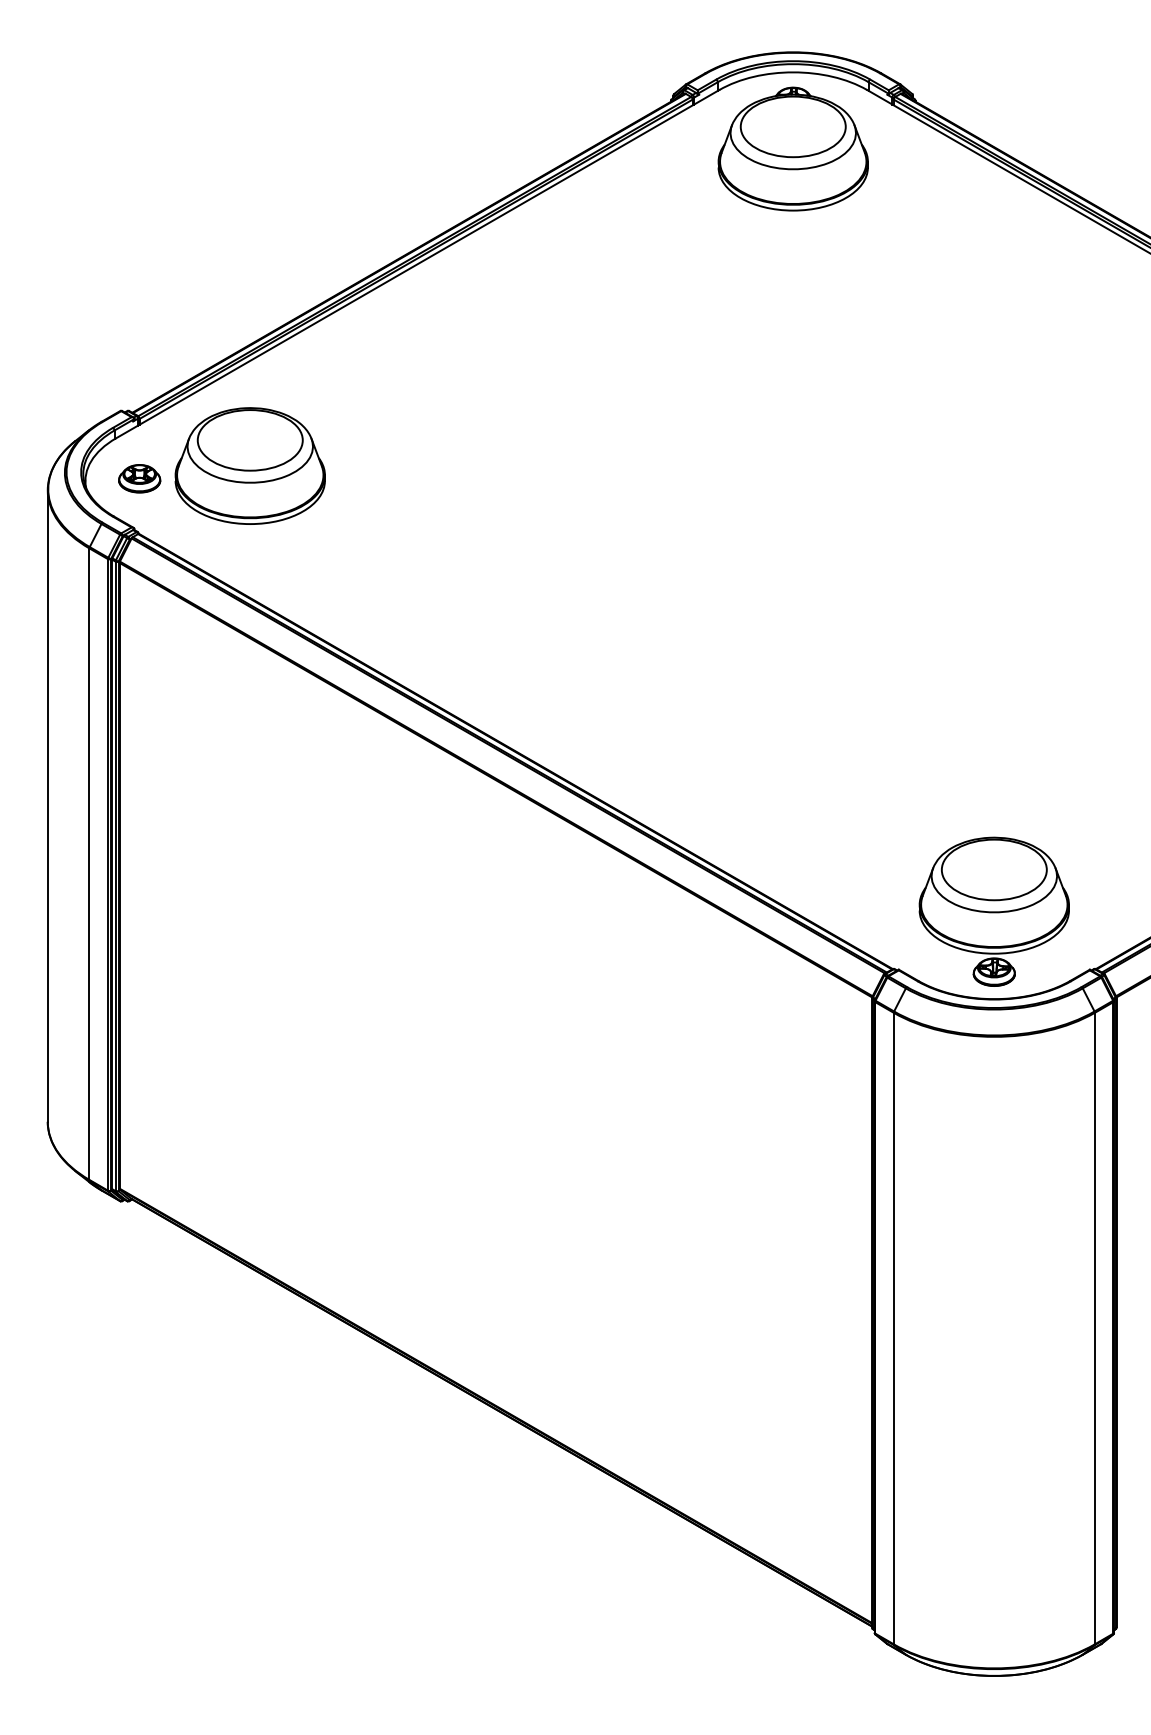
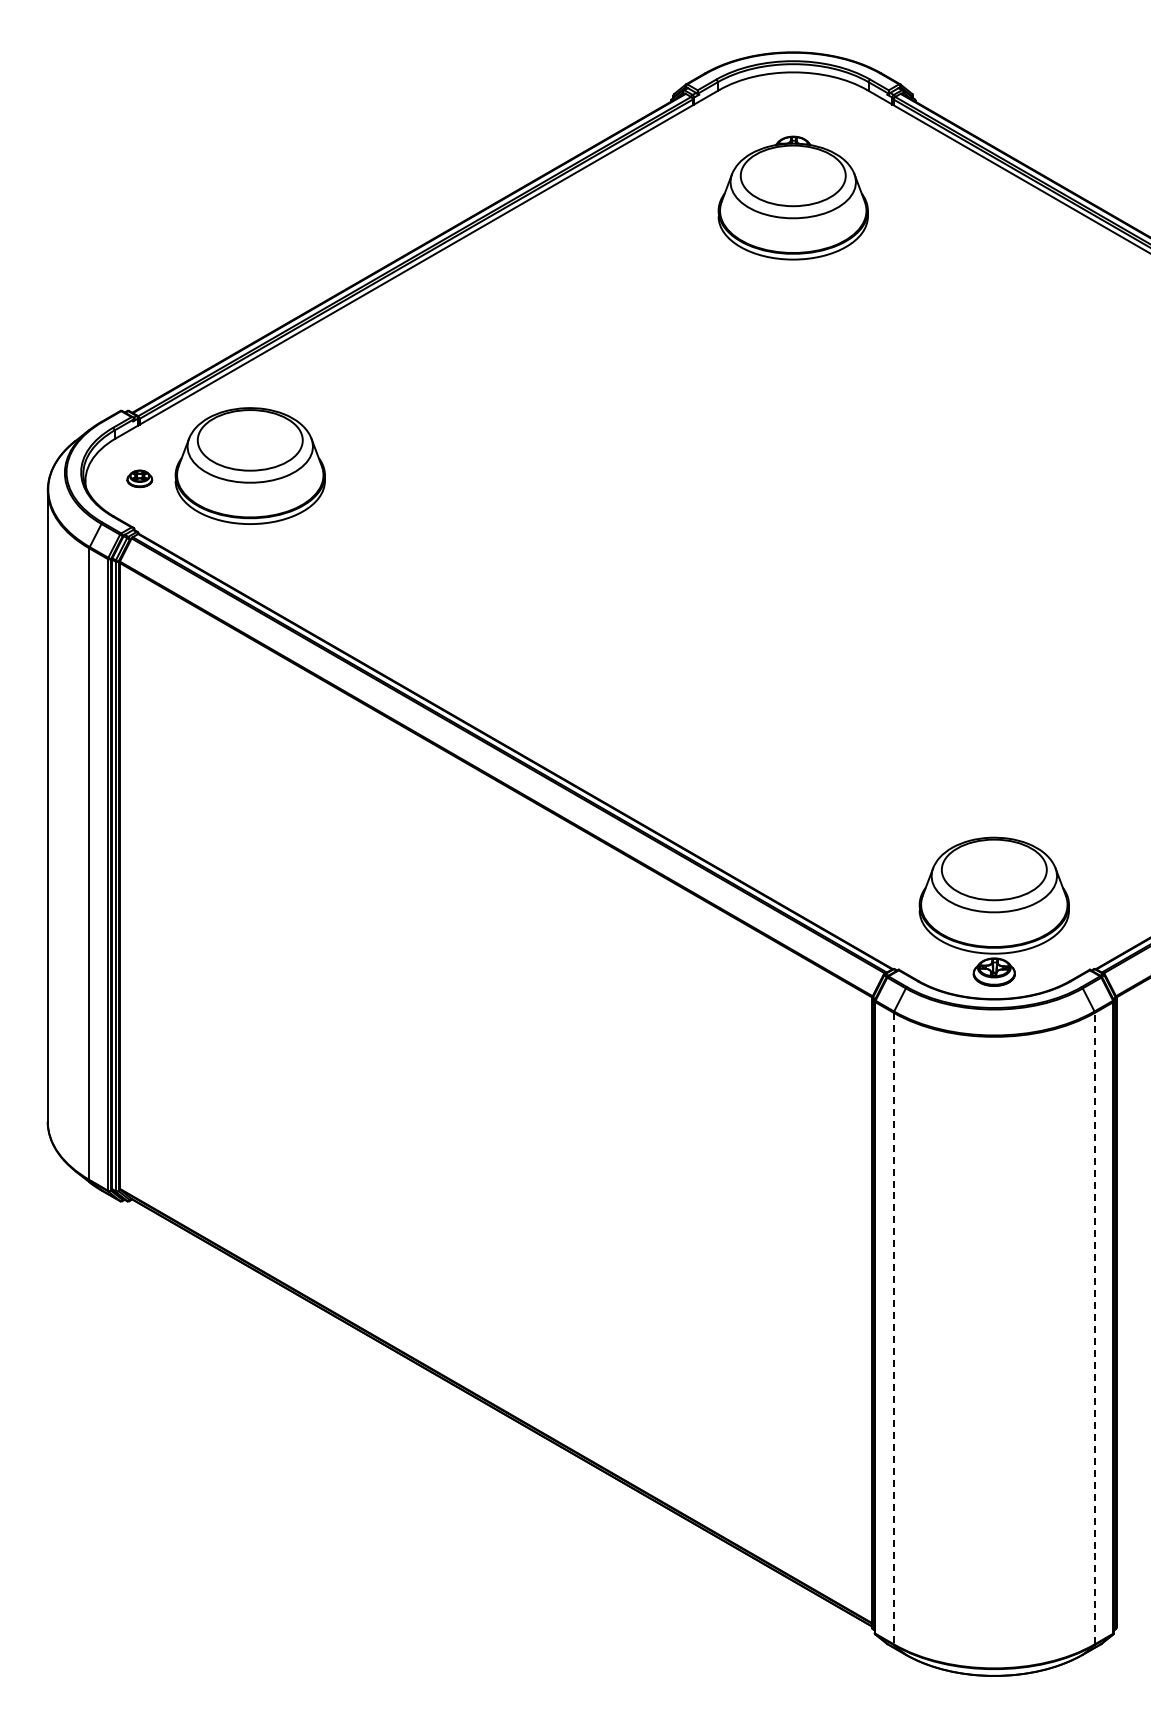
part at (792, 148) position: (792, 148) -> (792, 197)
part at (139, 478) size: 44x30 px -> 28x19 px
line at (893, 1328): solid -> dashed
line at (1094, 1328): solid -> dashed
